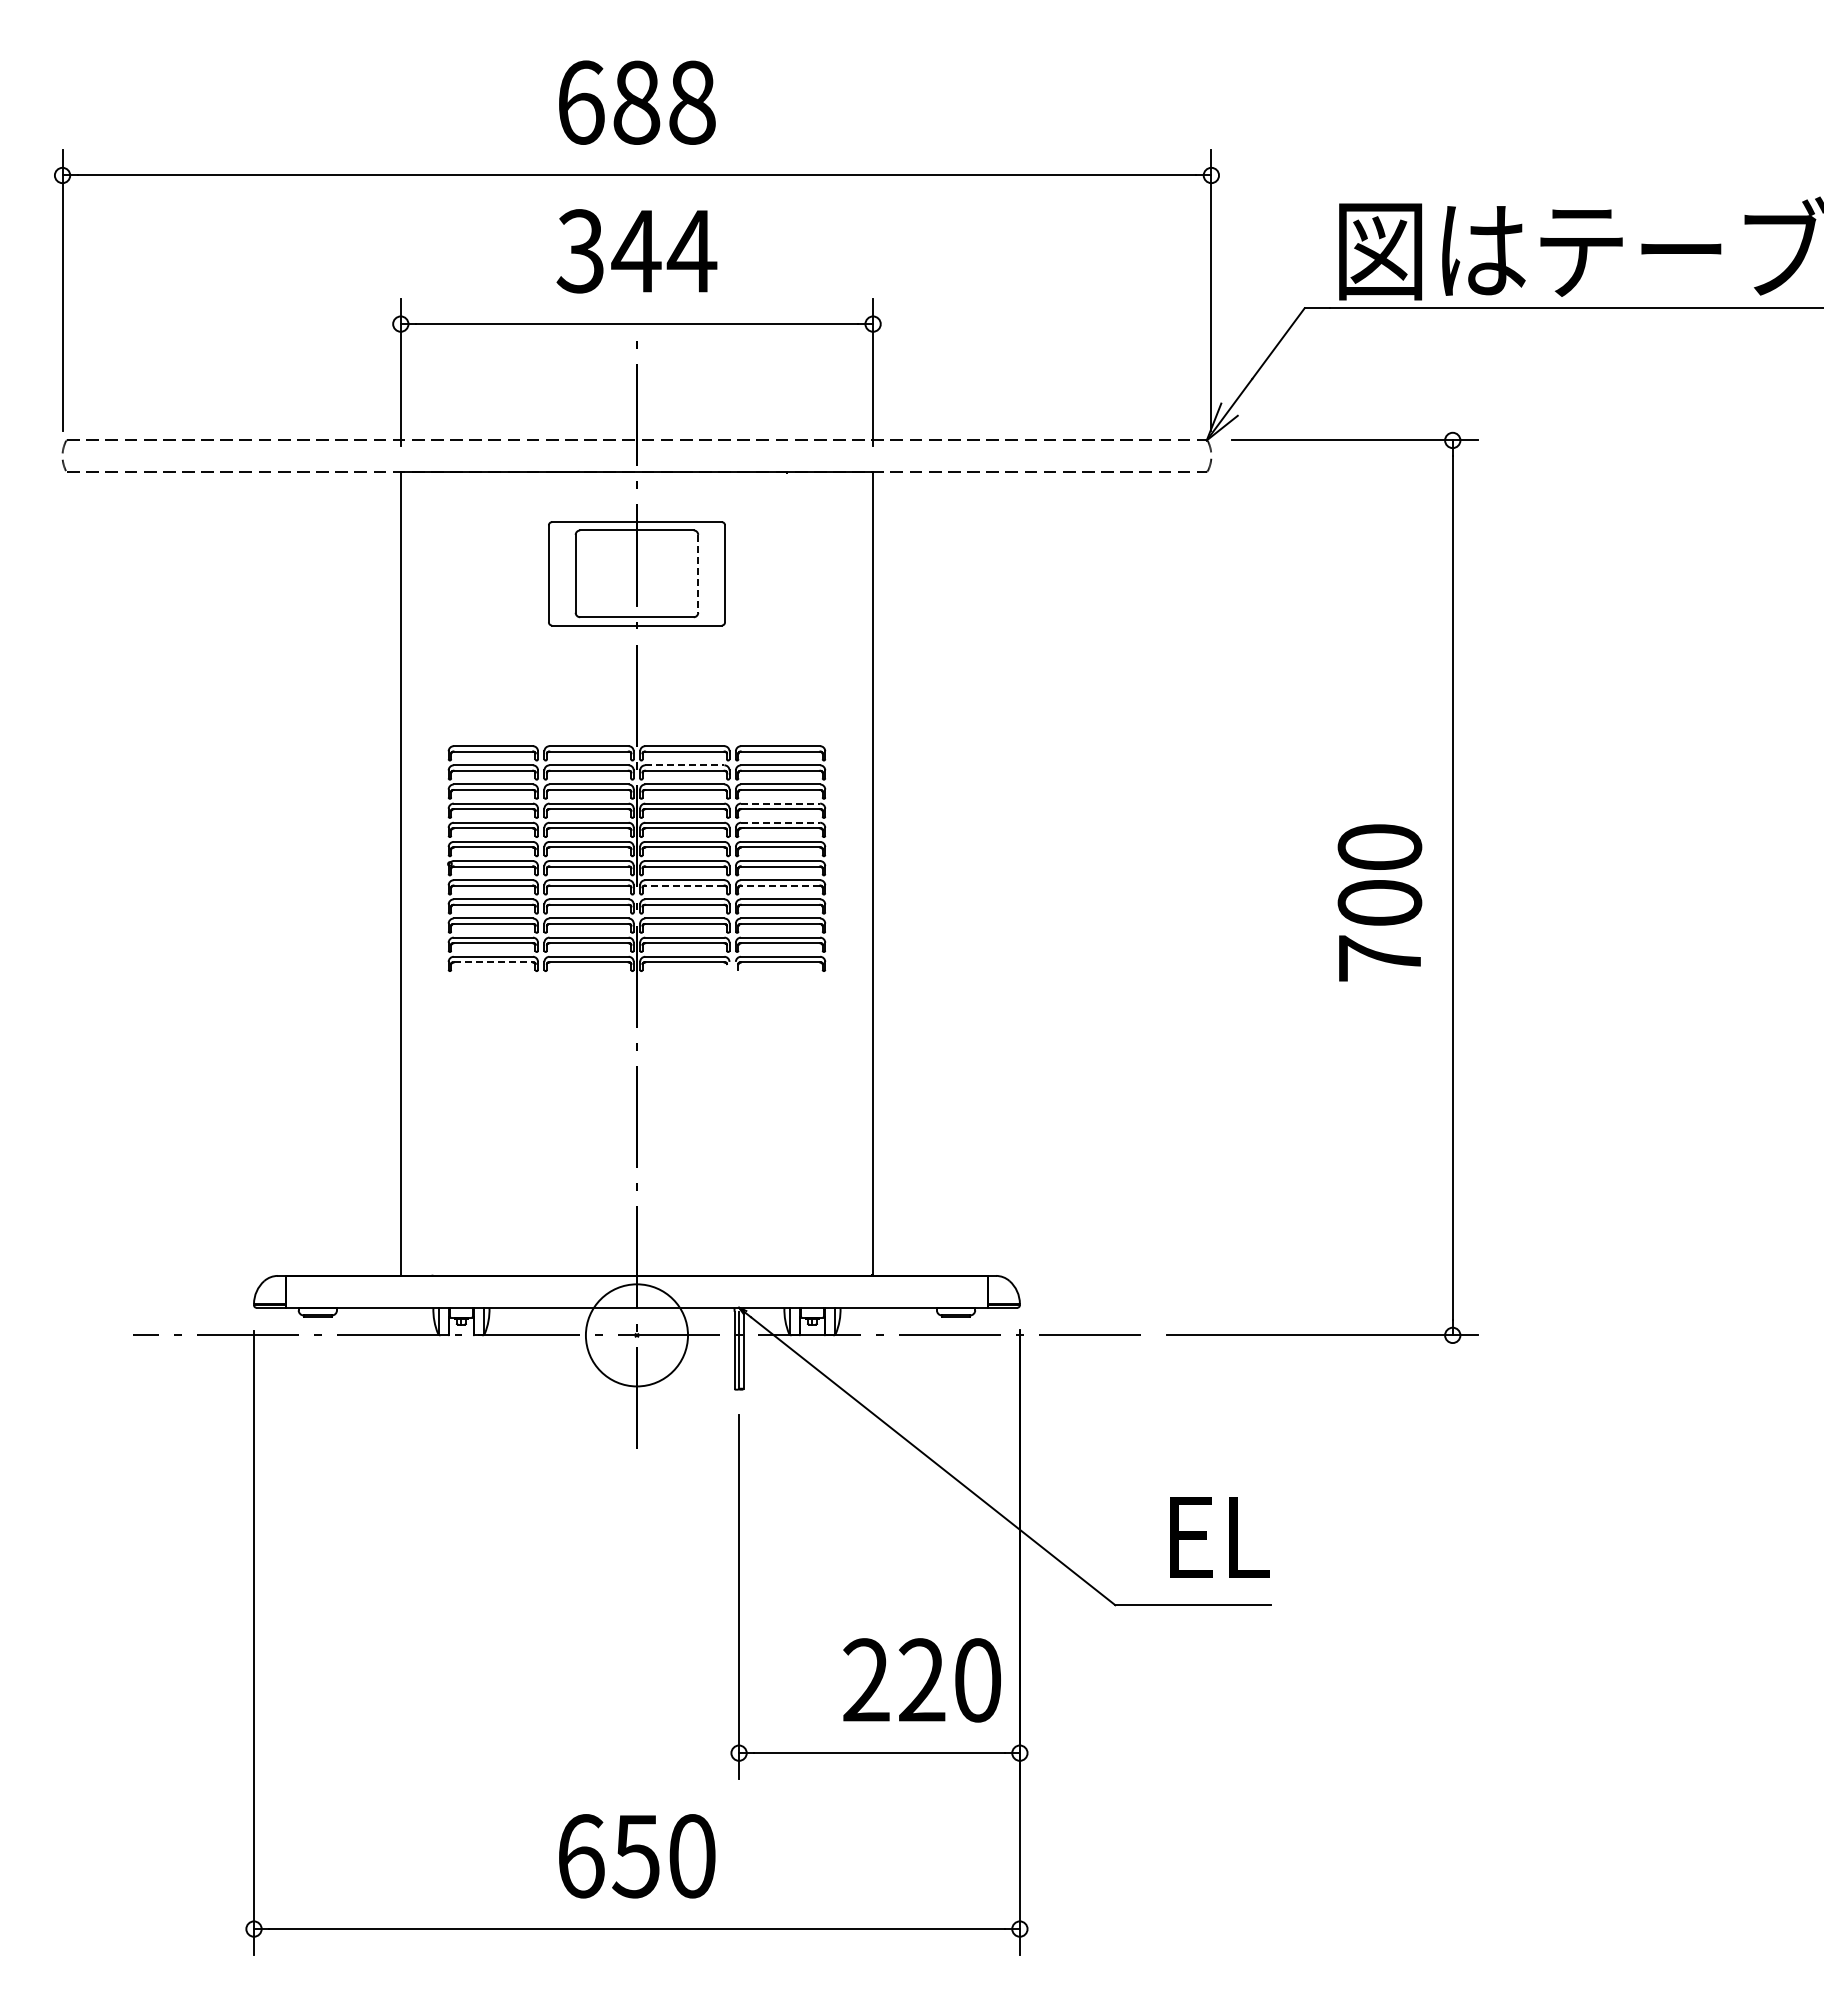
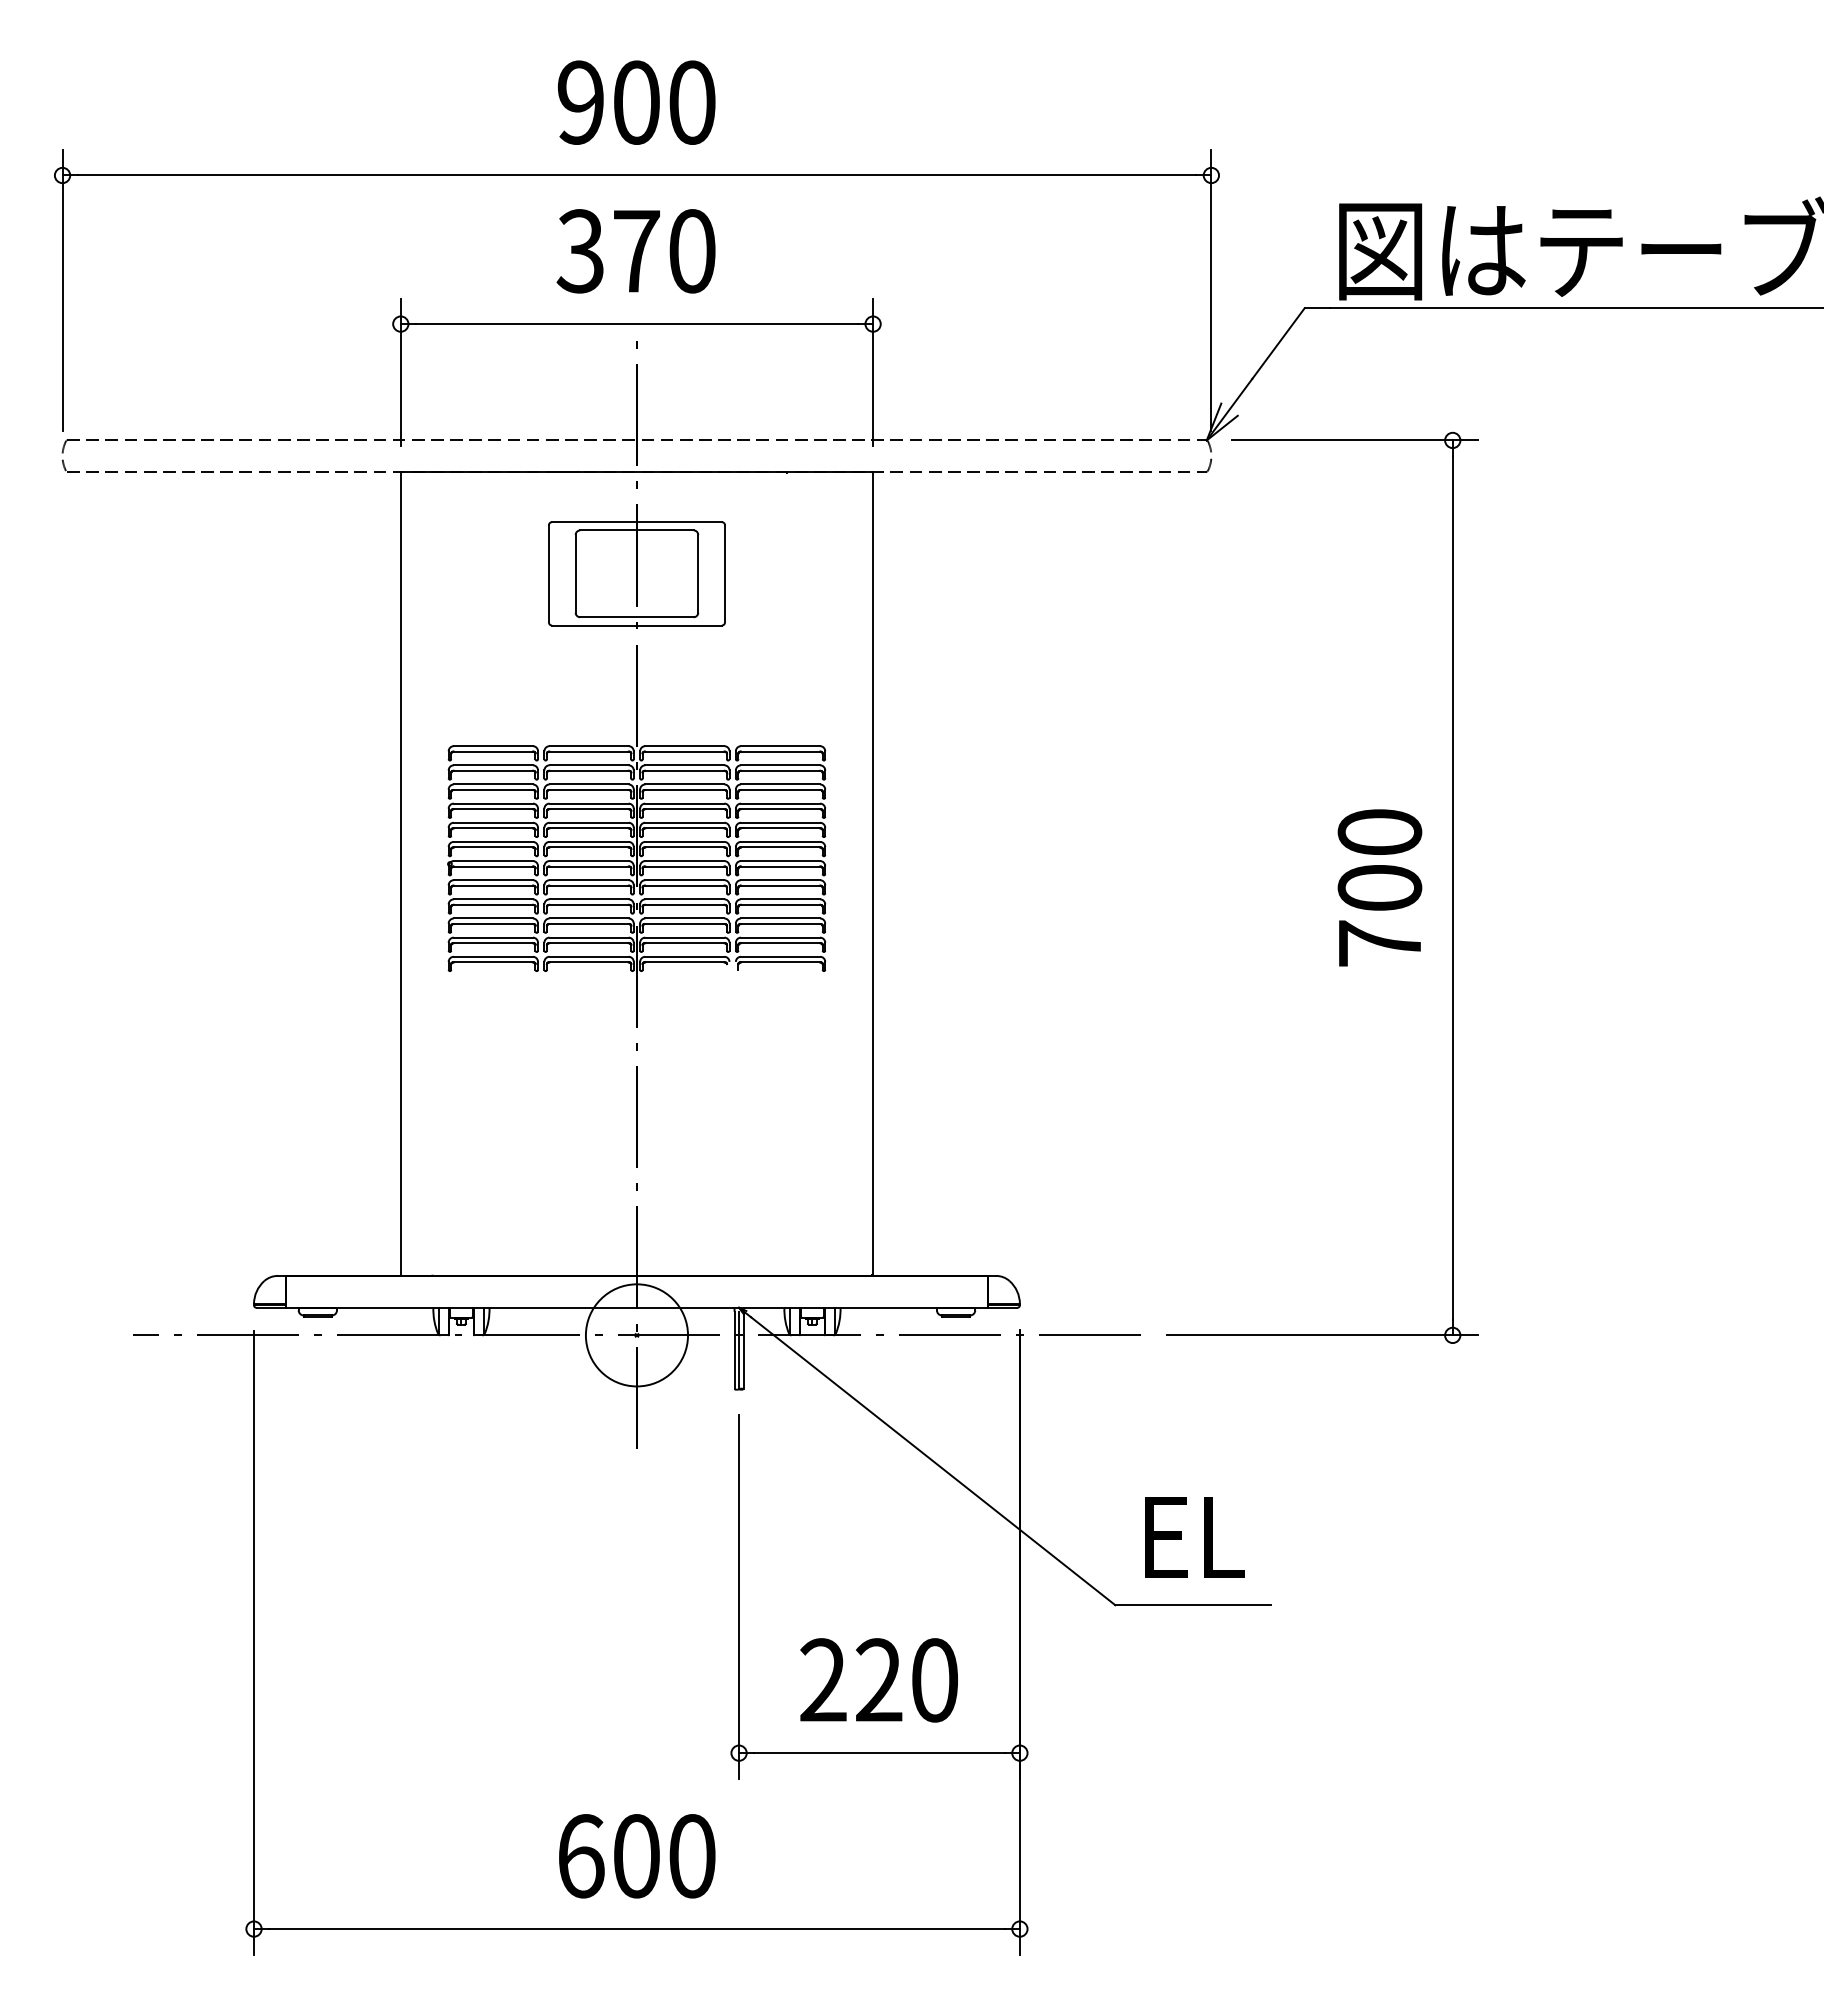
text at (636, 102): 688 -> 900
text at (664, 251): 344 -> 370
line at (698, 573): dashed -> solid
line at (684, 765): dashed -> solid
line at (780, 803): dashed -> solid
line at (780, 822): dashed -> solid
line at (684, 885): dashed -> solid
line at (780, 885): dashed -> solid
text at (1379, 902) position: (1379, 902) -> (1379, 887)
line at (493, 962): dashed -> solid
text at (1219, 1537) position: (1219, 1537) -> (1194, 1537)
text at (921, 1680) position: (921, 1680) -> (878, 1680)
text at (635, 1856): 650 -> 600
